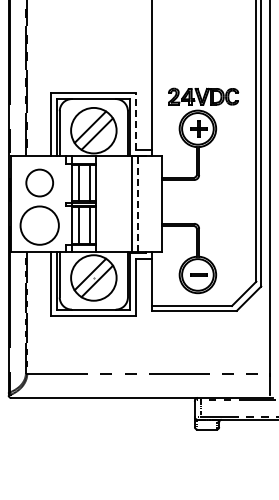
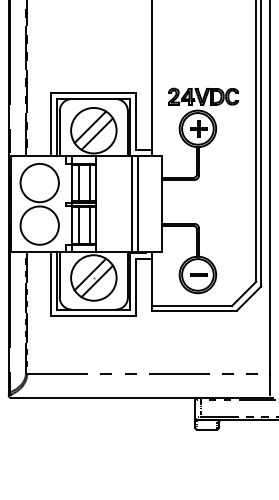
line at (136, 120): dashed -> solid
circle at (39, 182) diameter: 27 px -> 38 px
line at (137, 203): dashed -> solid
